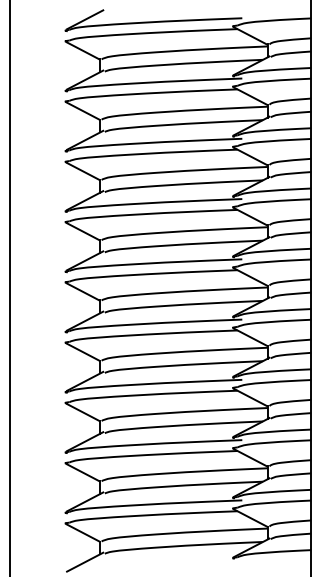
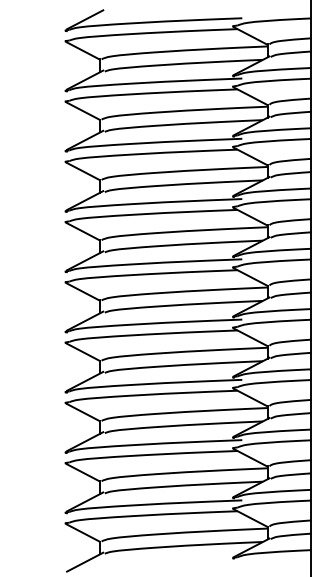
line at (9, 287): present -> none
